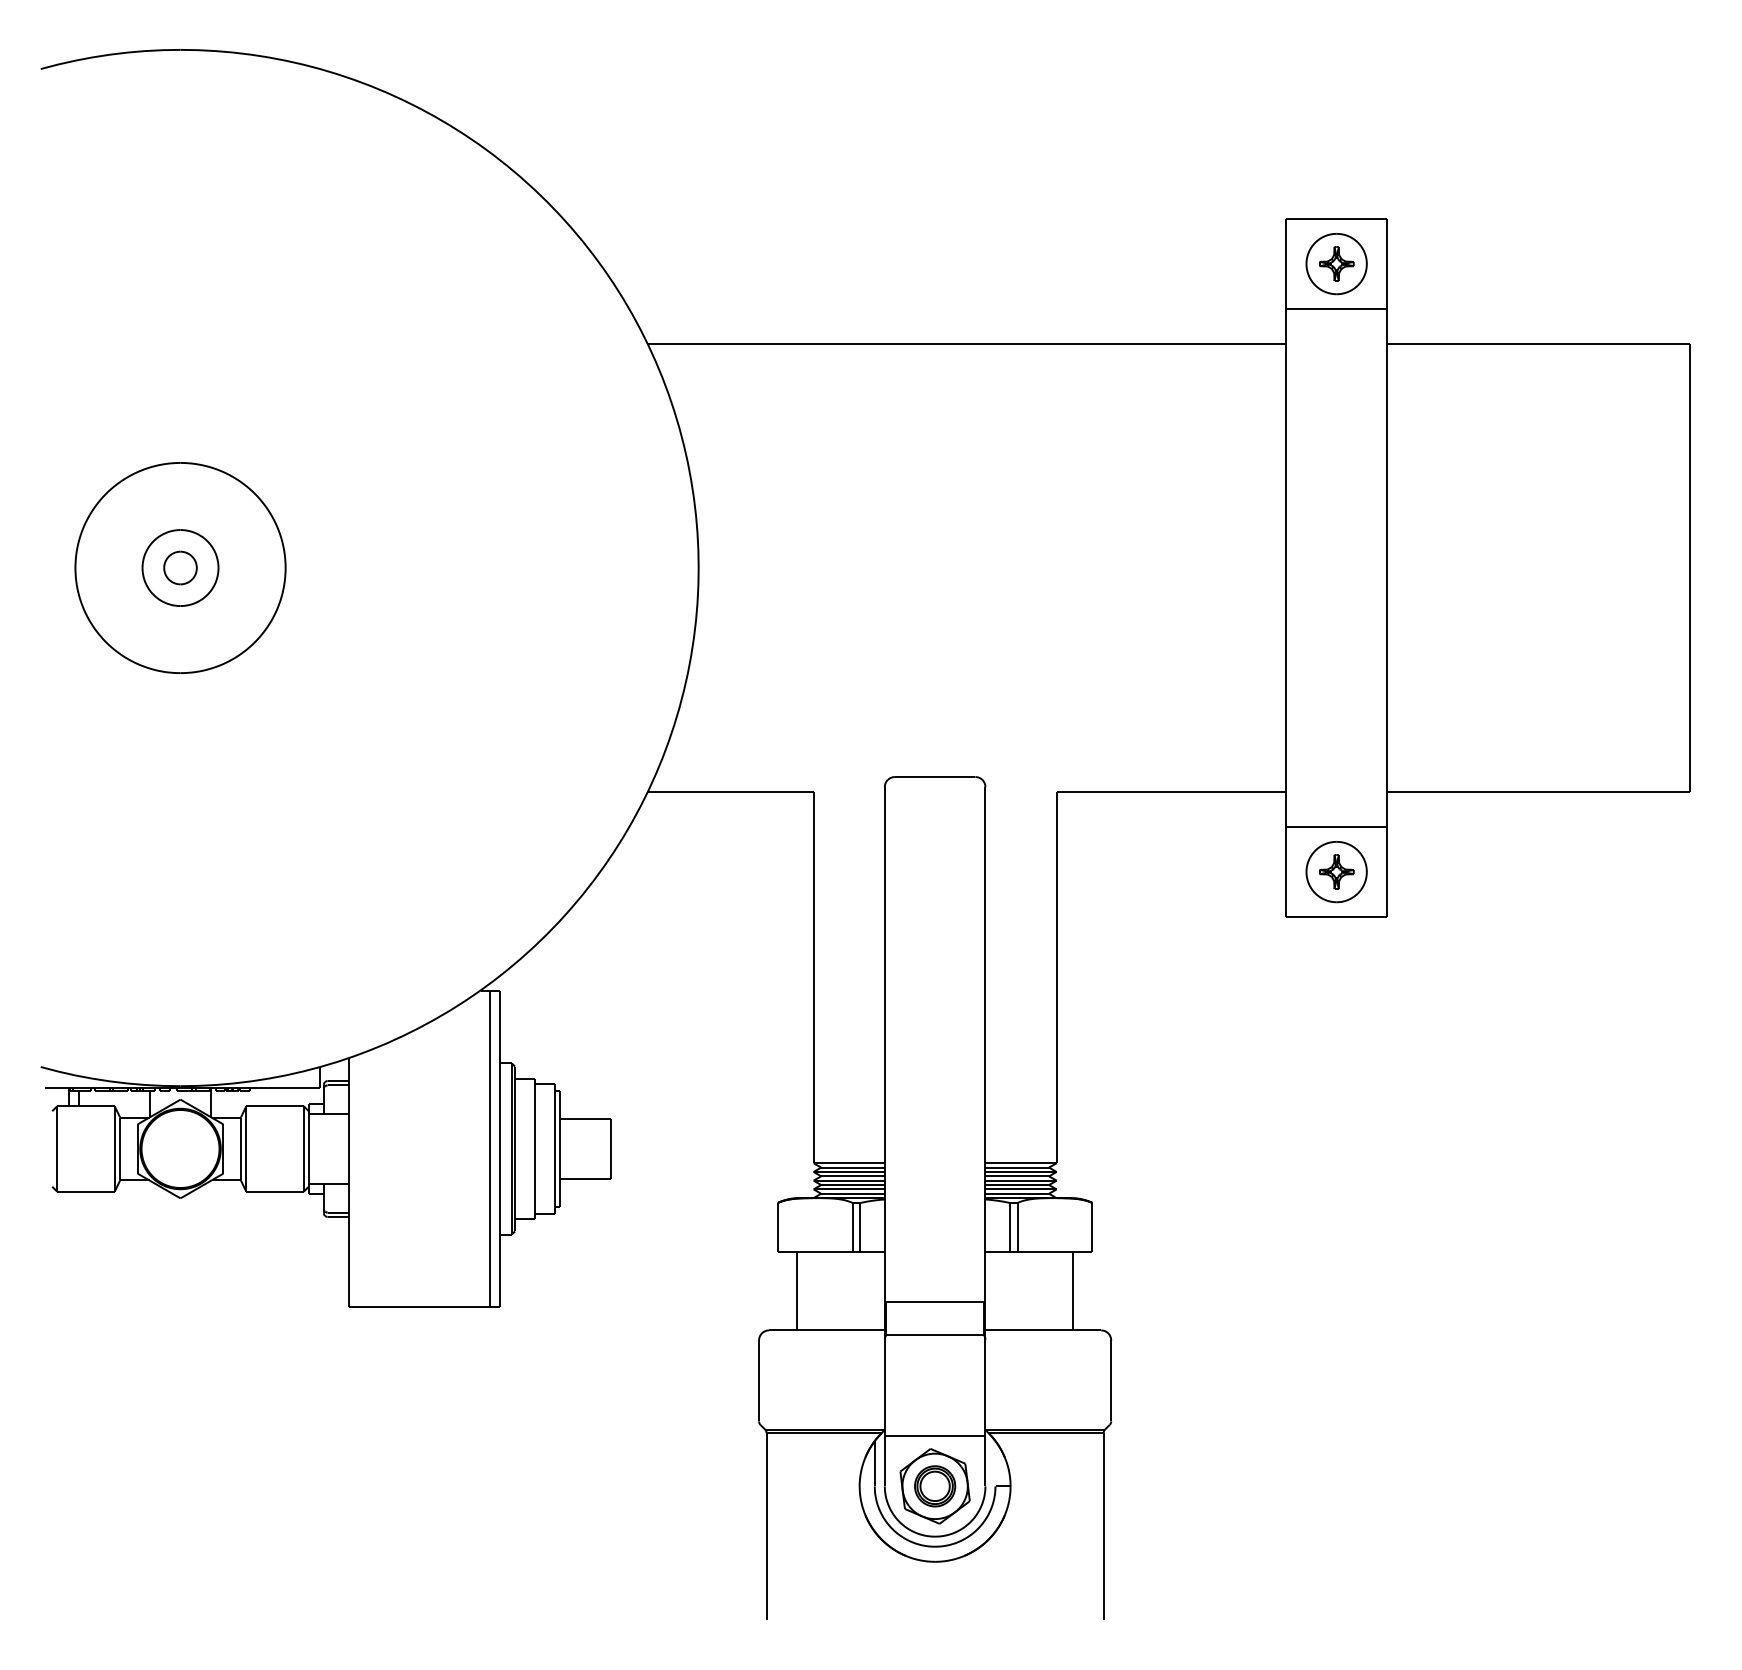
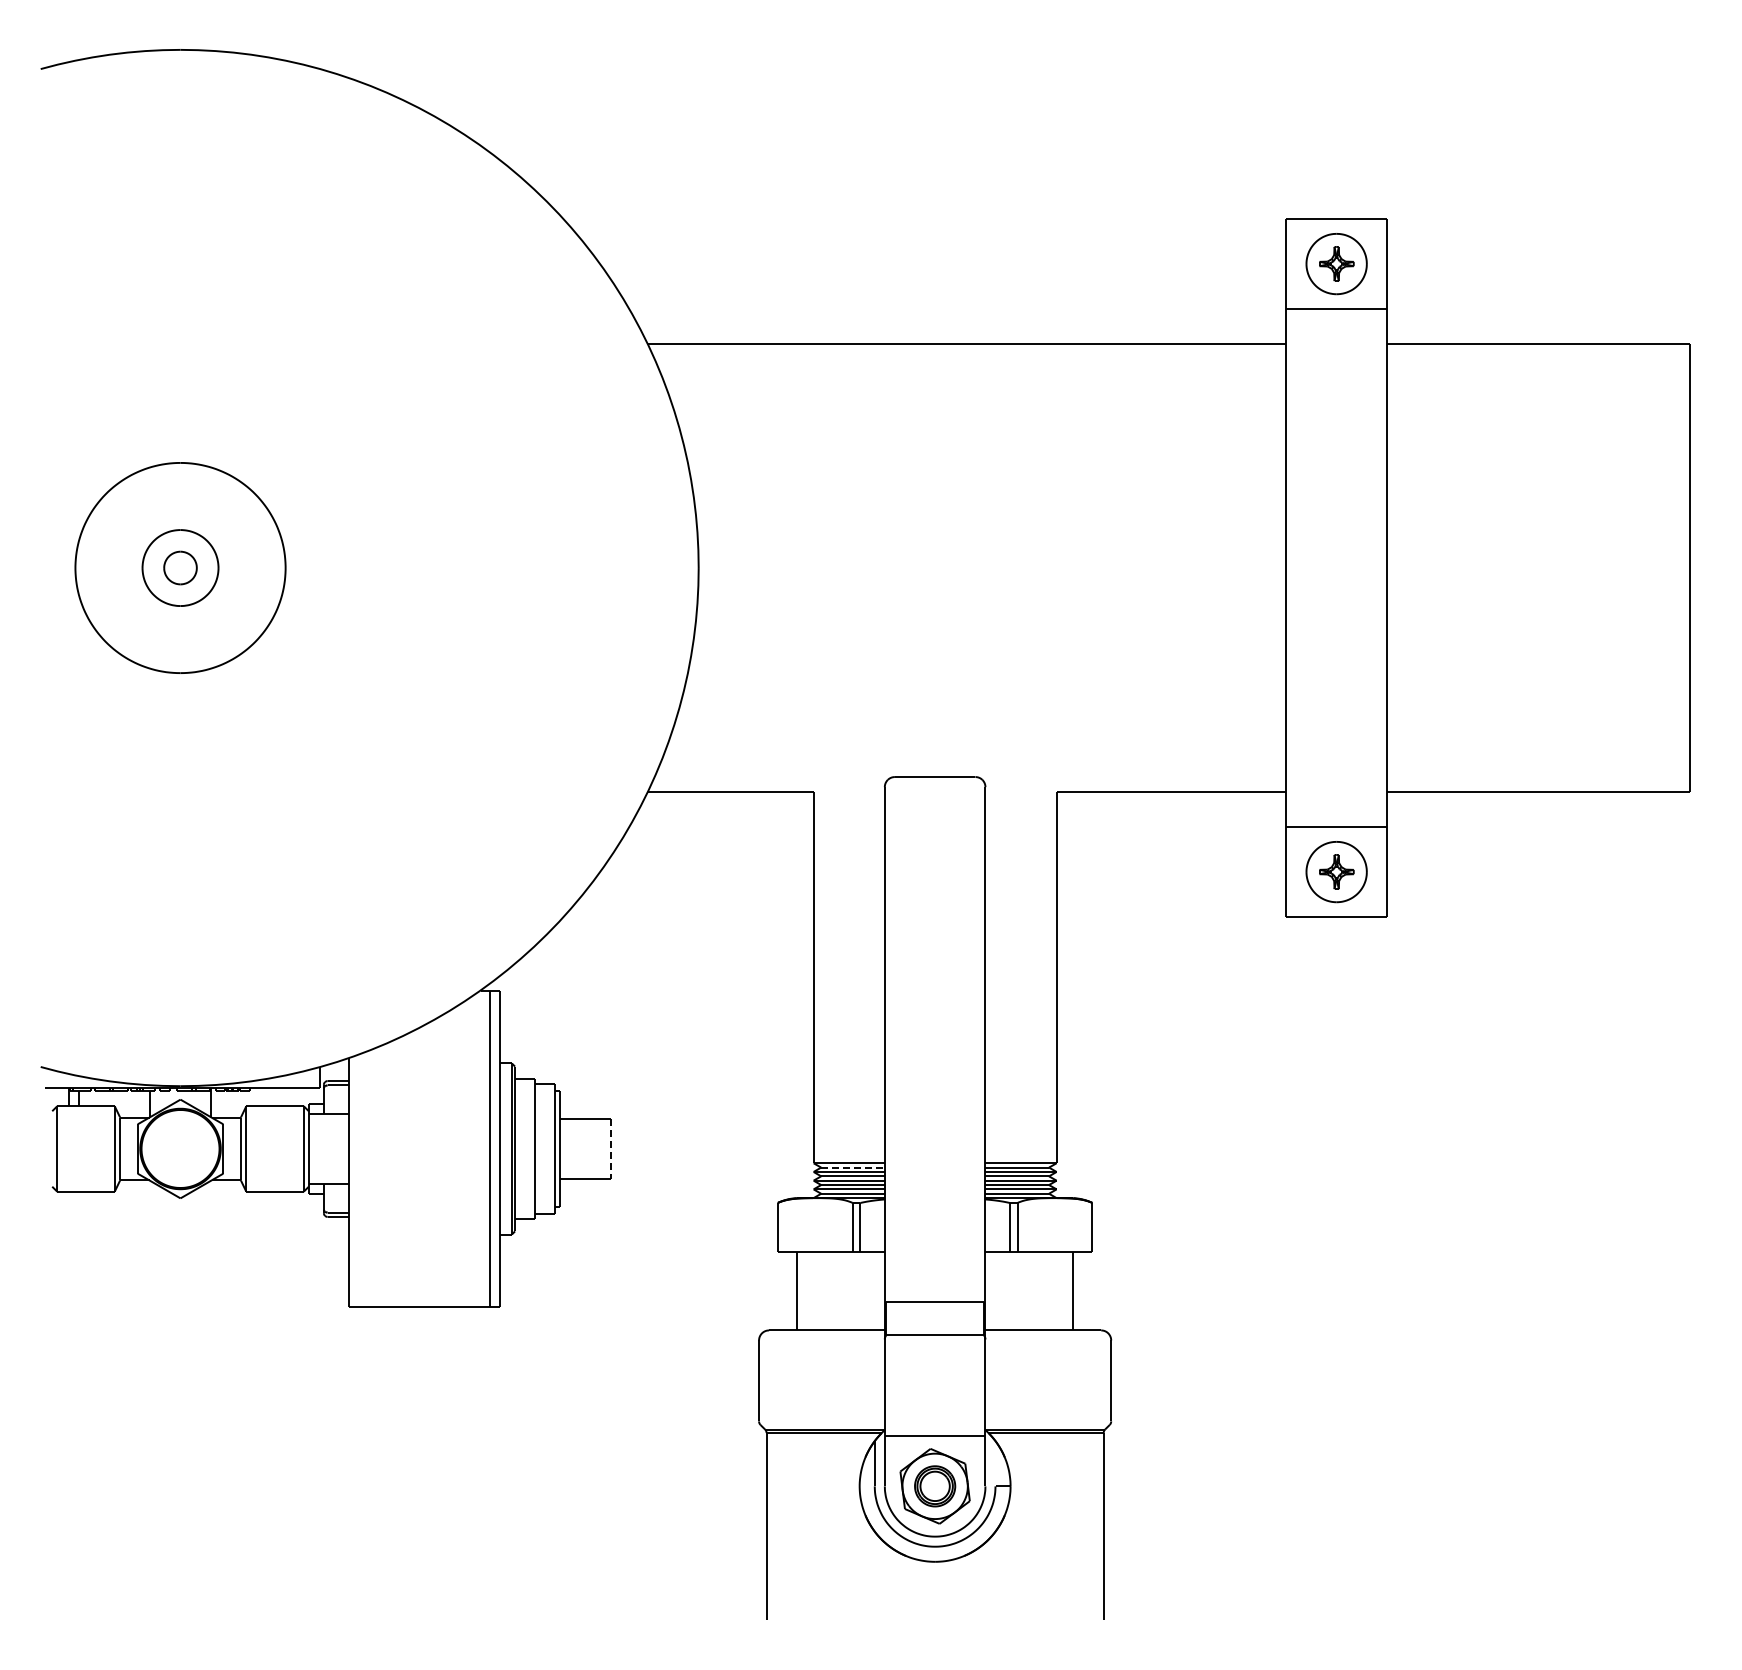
line at (610, 1149): solid -> dashed
line at (853, 1167): solid -> dashed
